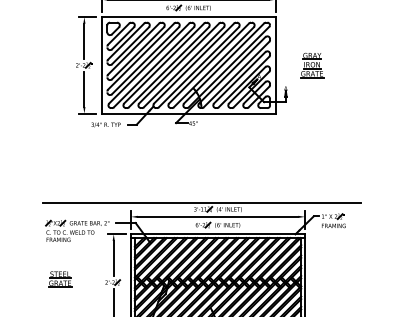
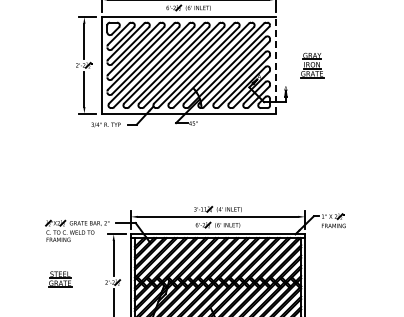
line at (275, 64): solid -> dashed
line at (201, 202): present -> none
